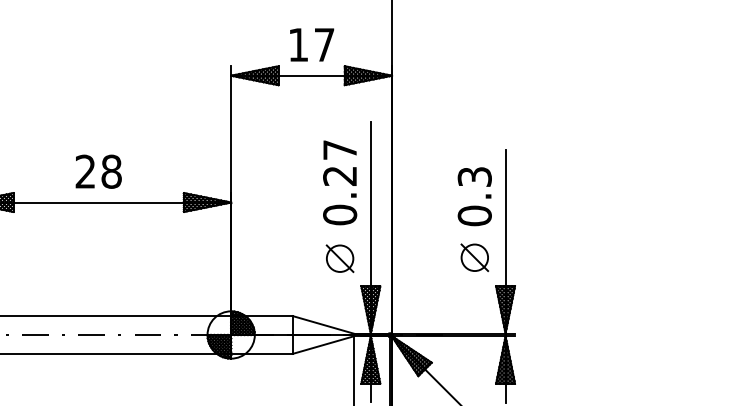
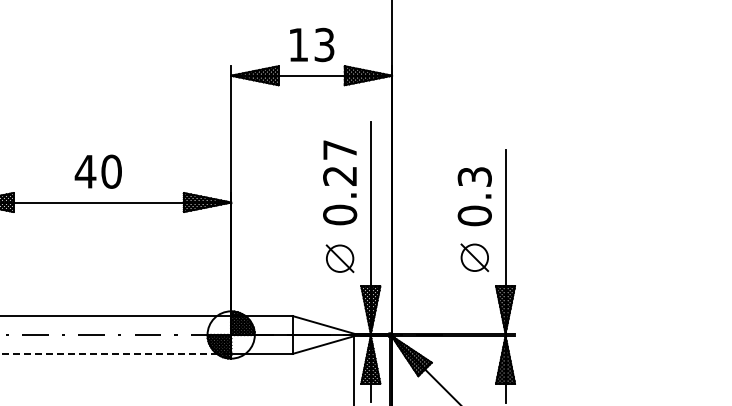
text at (324, 44): 17 -> 13
text at (97, 171): 28 -> 40
line at (115, 353): solid -> dashed
